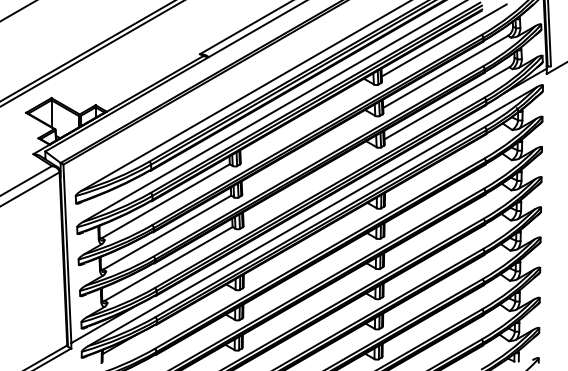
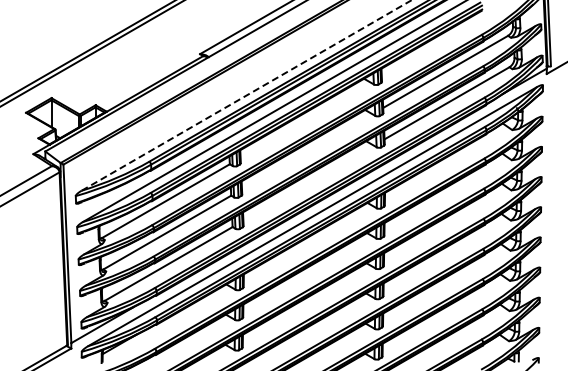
line at (17, 11): present -> none
line at (443, 40): present -> none
line at (247, 95): solid -> dashed
